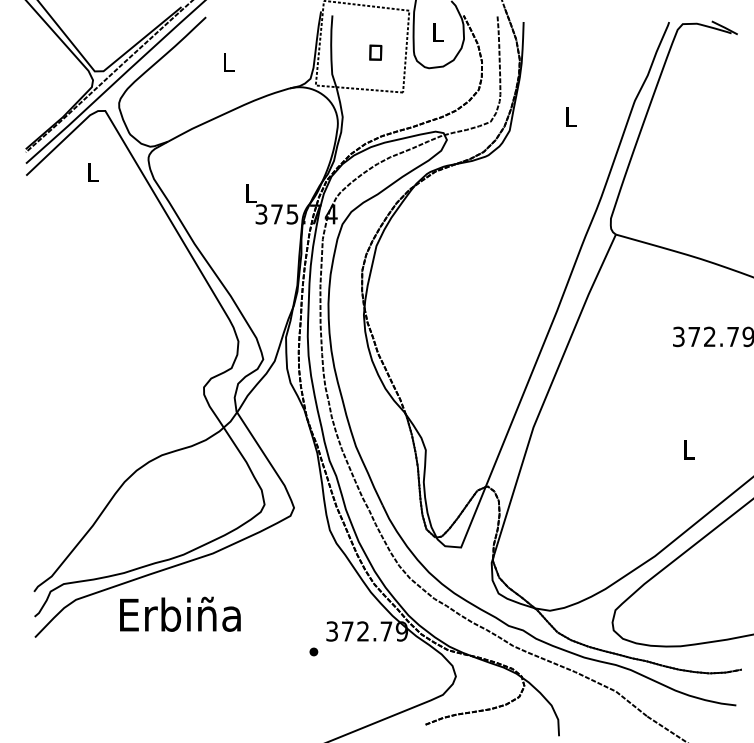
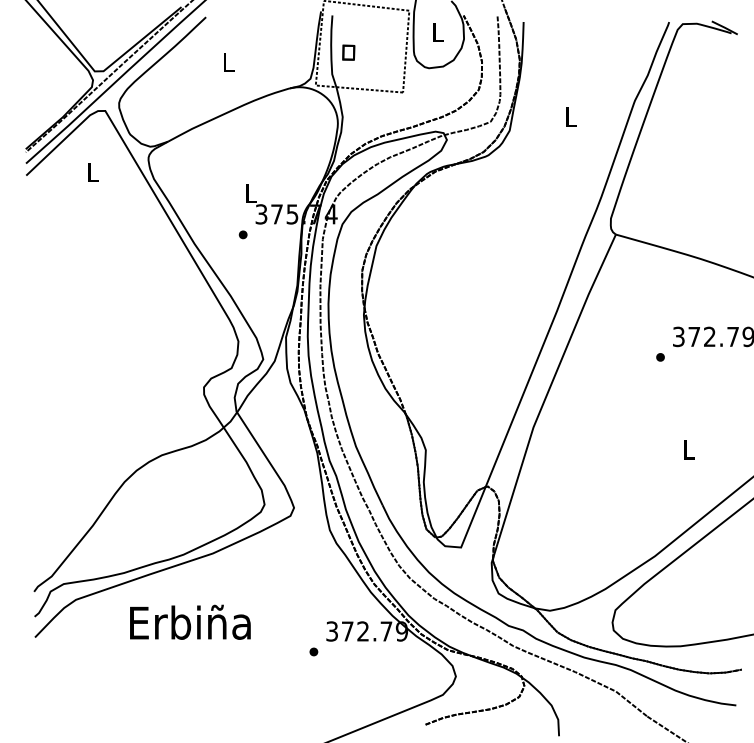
part at (375, 52) position: (375, 52) -> (348, 52)
part at (242, 234): none -> present
part at (660, 357): none -> present
text at (180, 613) position: (180, 613) -> (190, 621)
